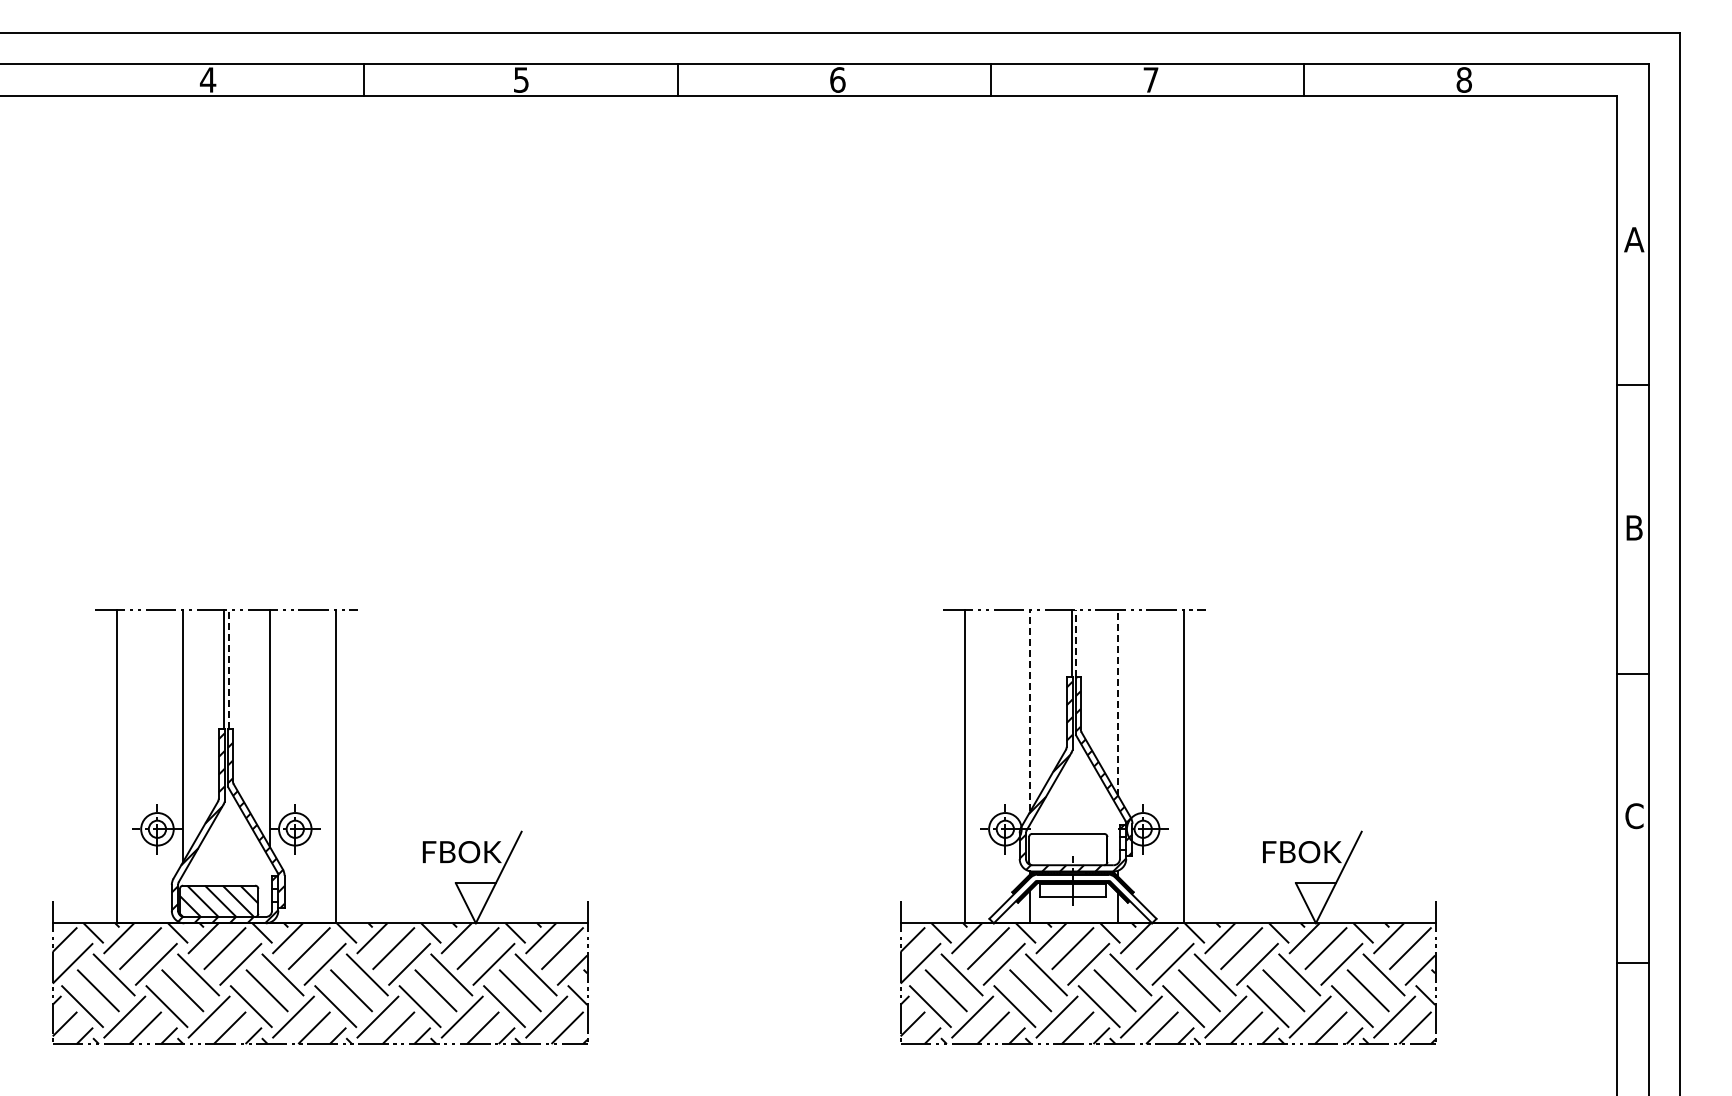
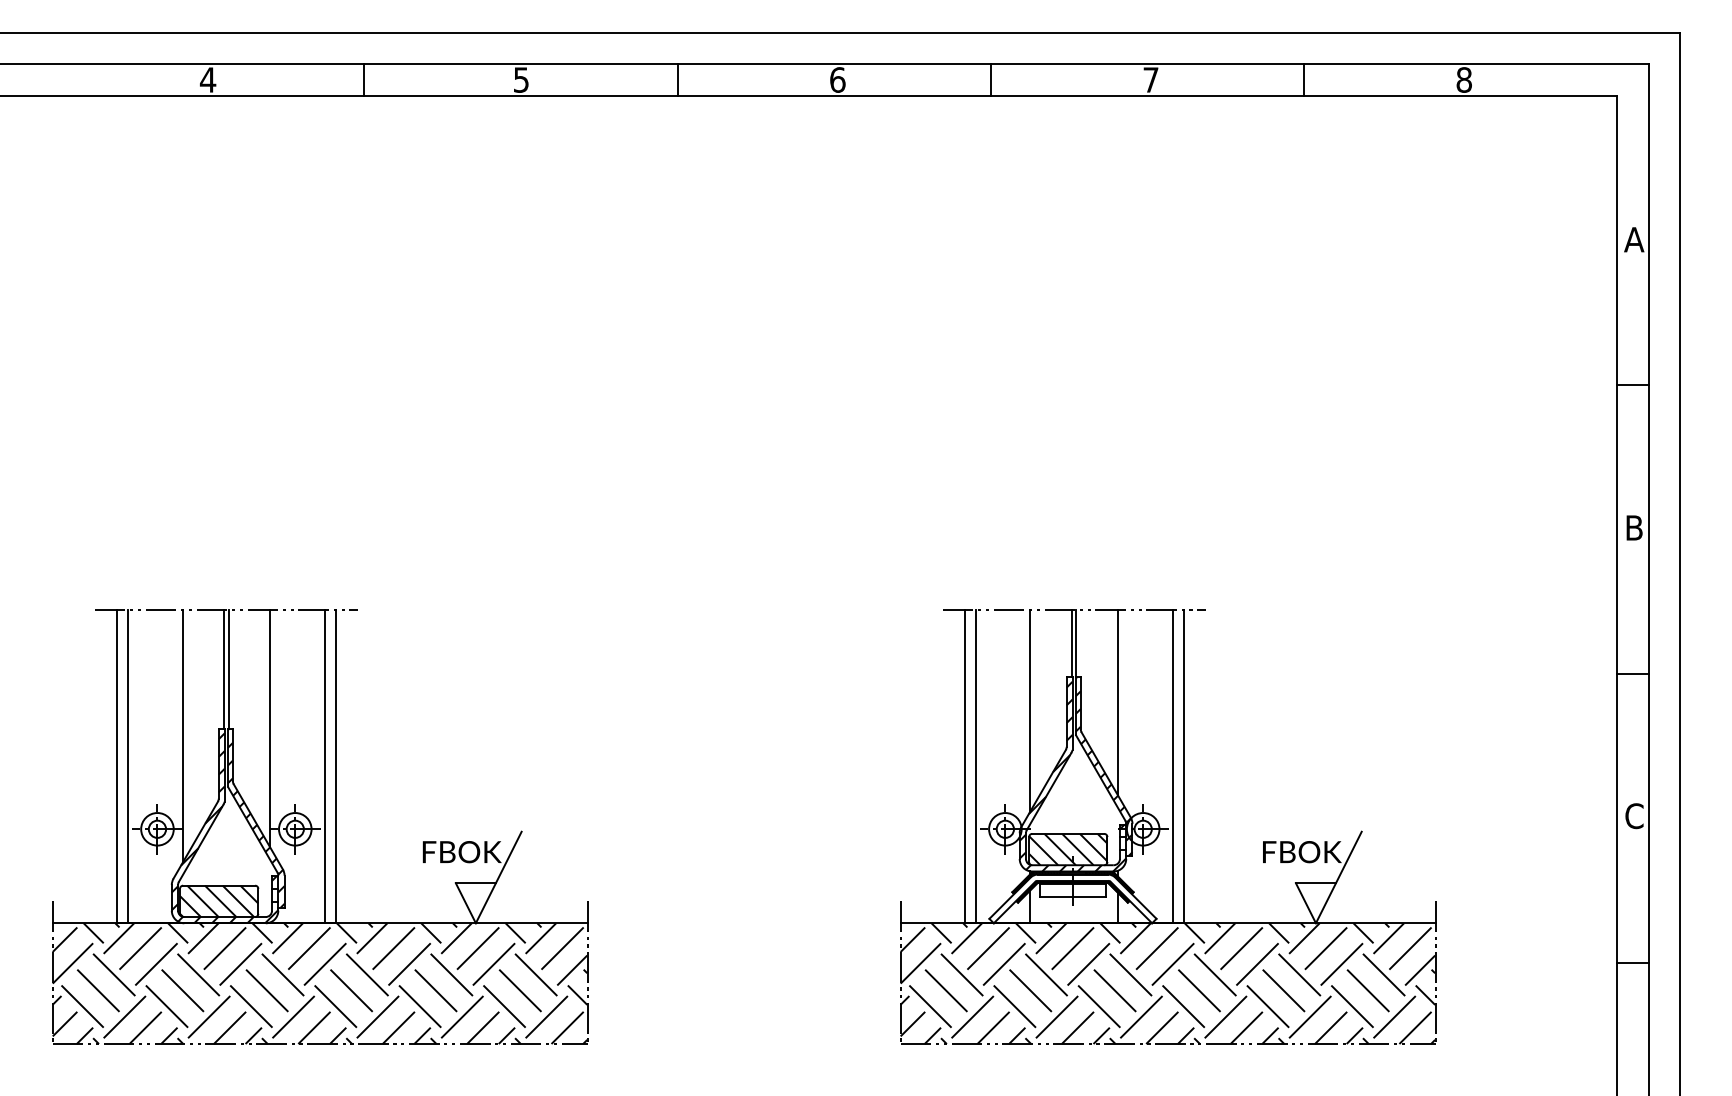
line at (1076, 643): dashed -> solid
line at (228, 669): dashed -> solid
line at (1118, 702): dashed -> solid
line at (1030, 710): dashed -> solid
line at (127, 766): none -> present
line at (325, 766): none -> present
line at (975, 766): none -> present
line at (1172, 766): none -> present
hatch at (1068, 849): none -> present
